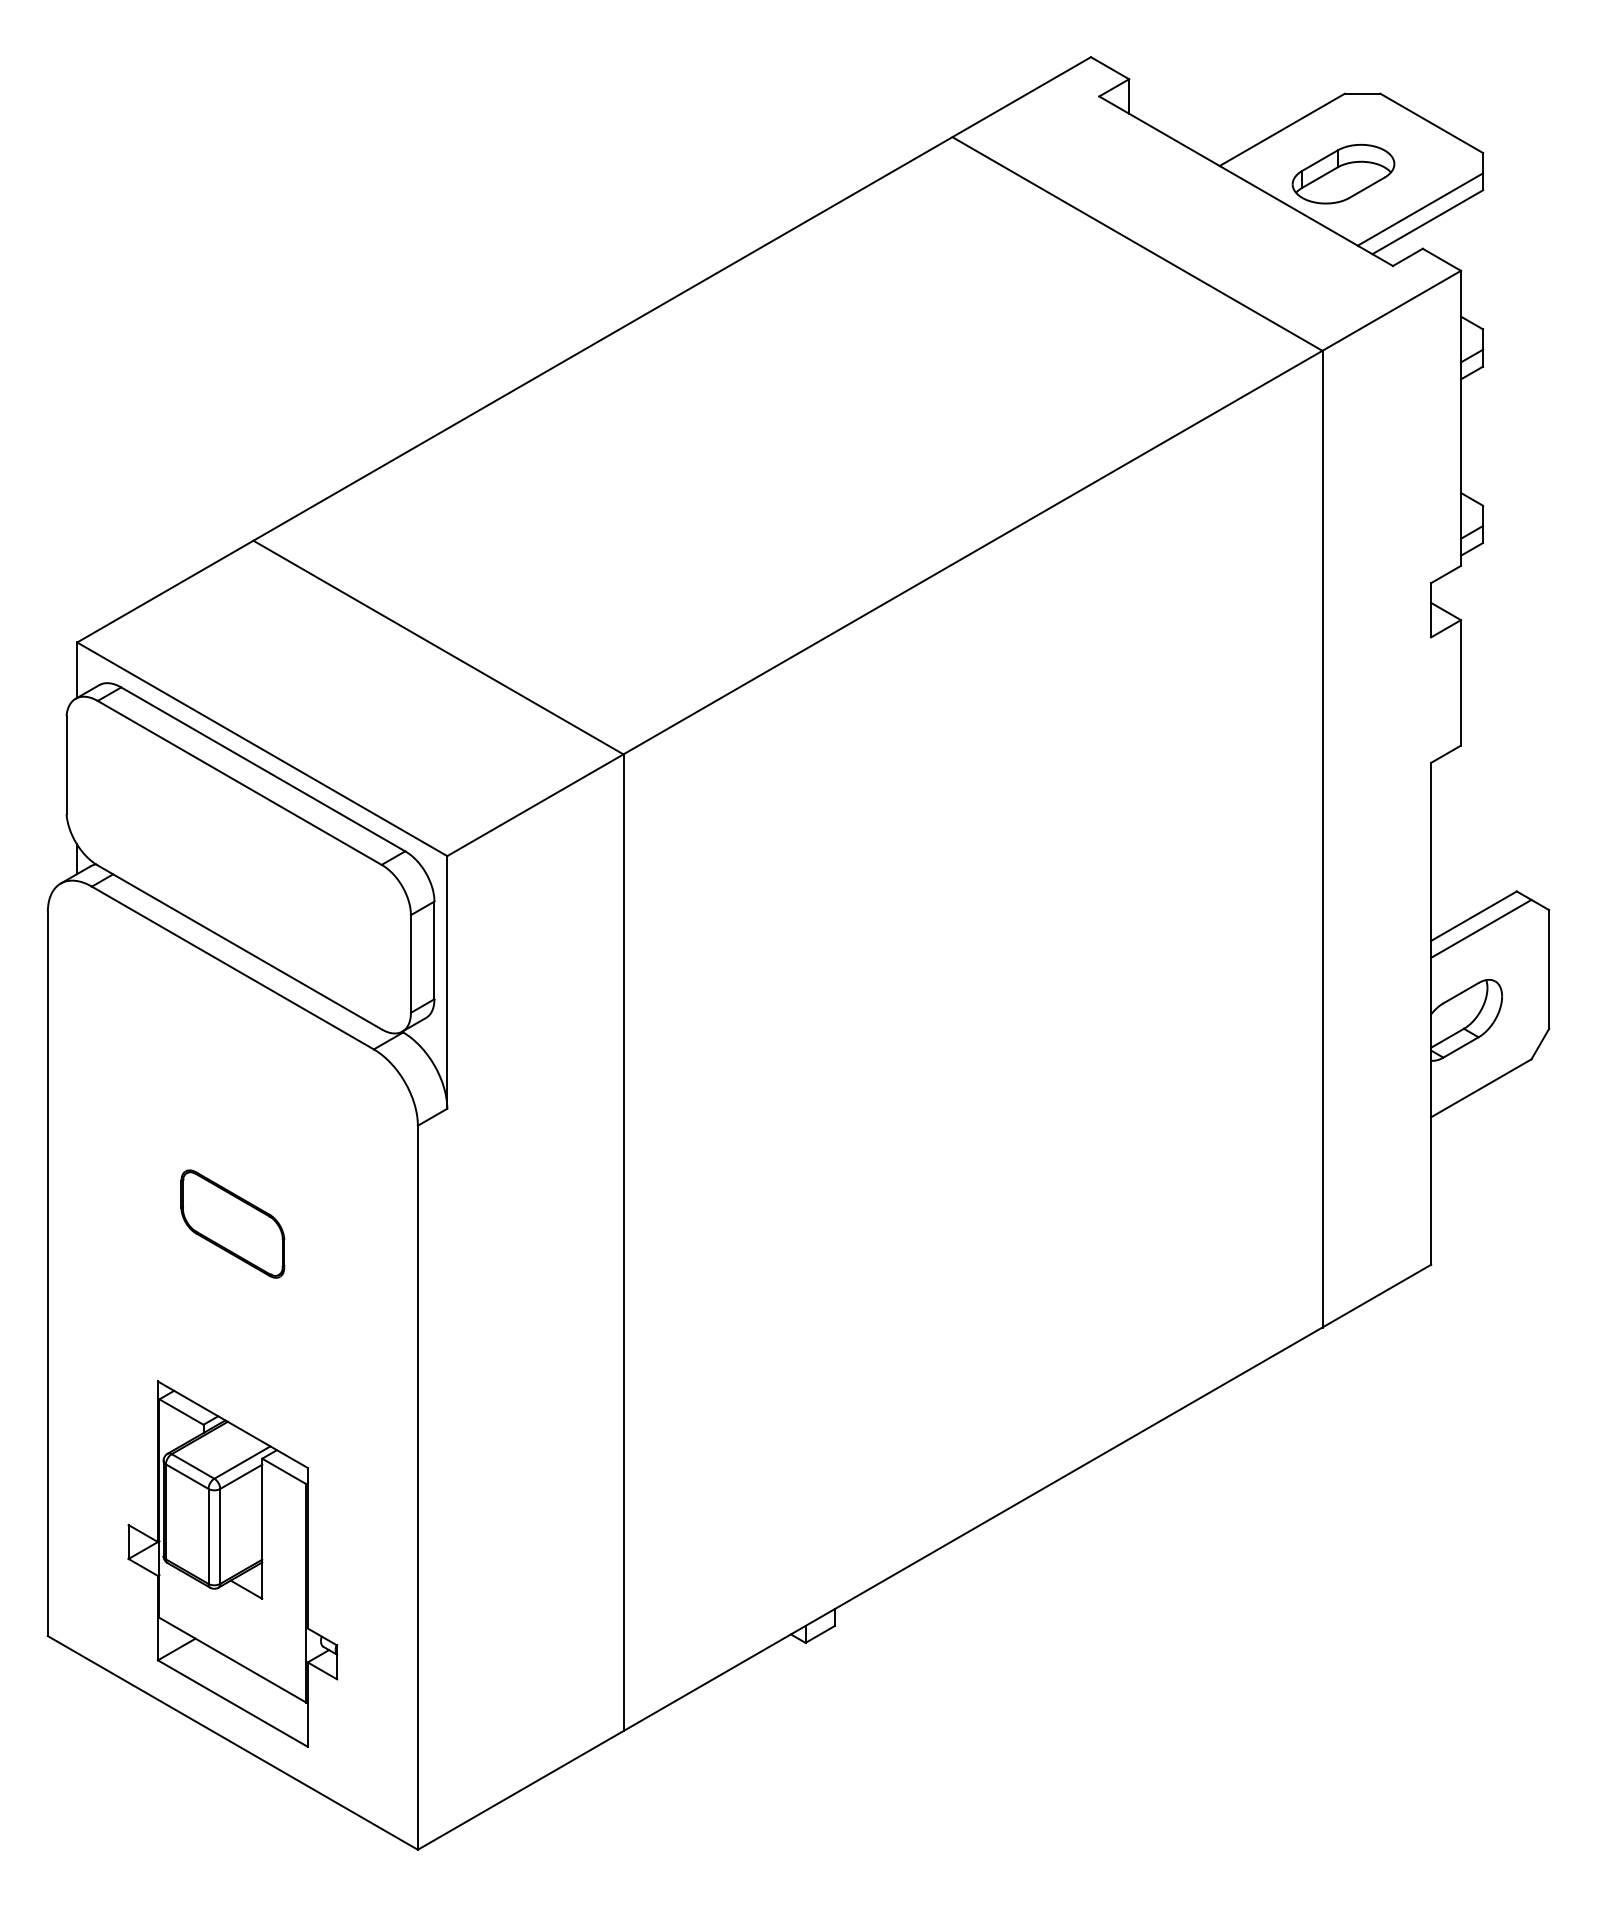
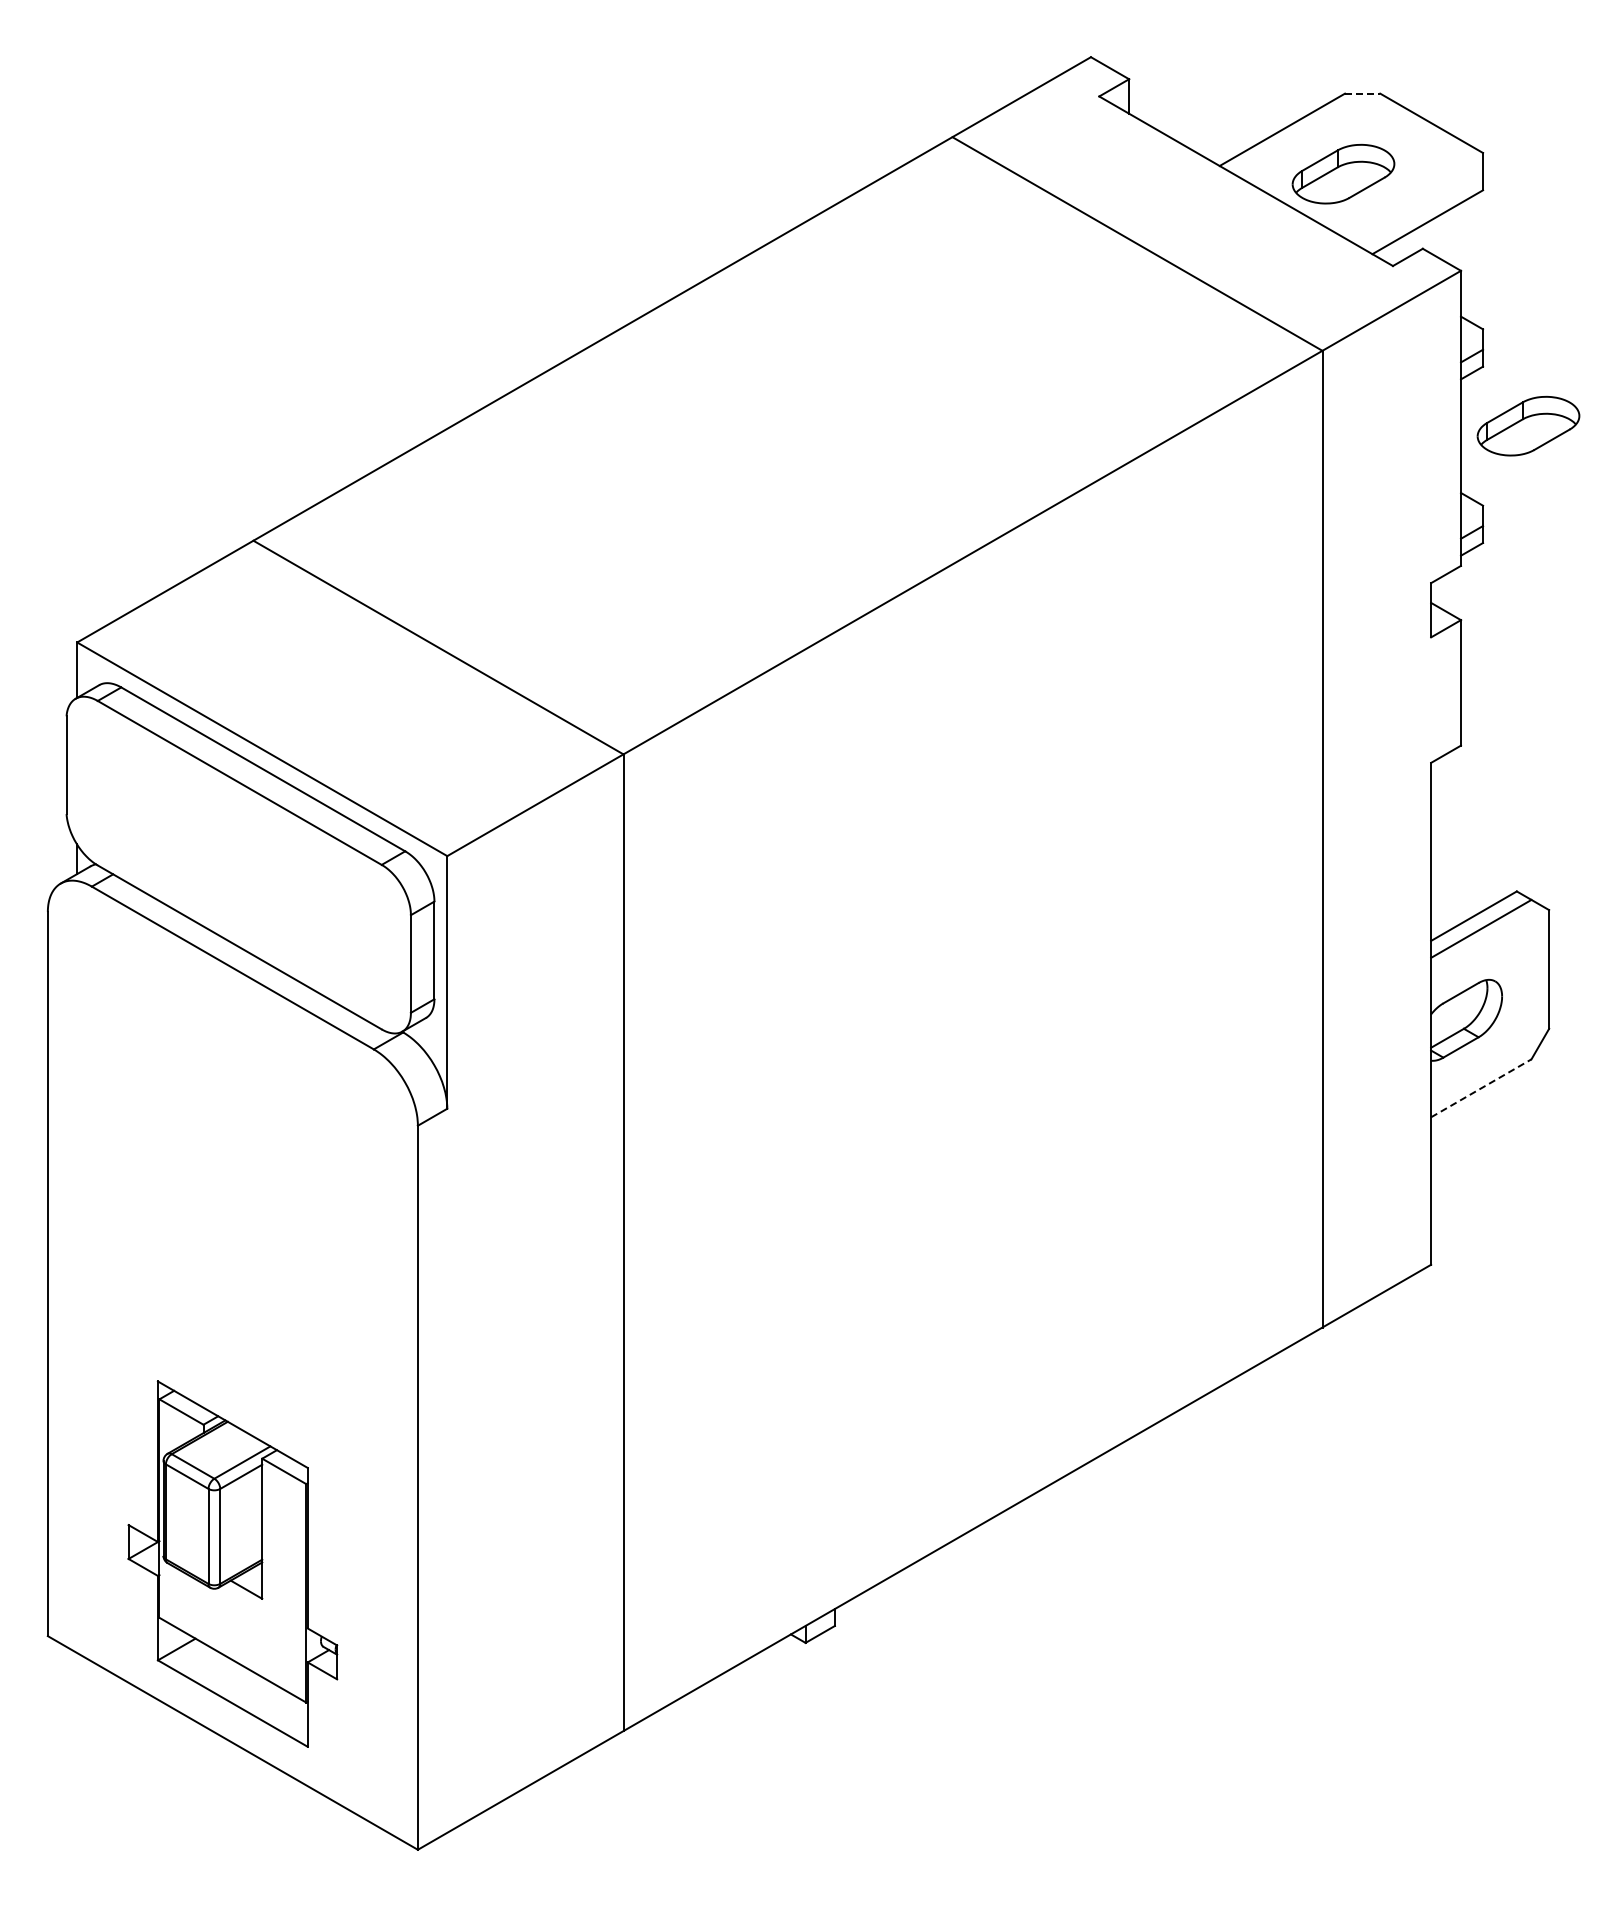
line at (1362, 93): solid -> dashed
line at (1420, 209): present -> none
part at (1528, 425): none -> present
line at (1481, 1088): solid -> dashed
part at (232, 1223): present -> none
